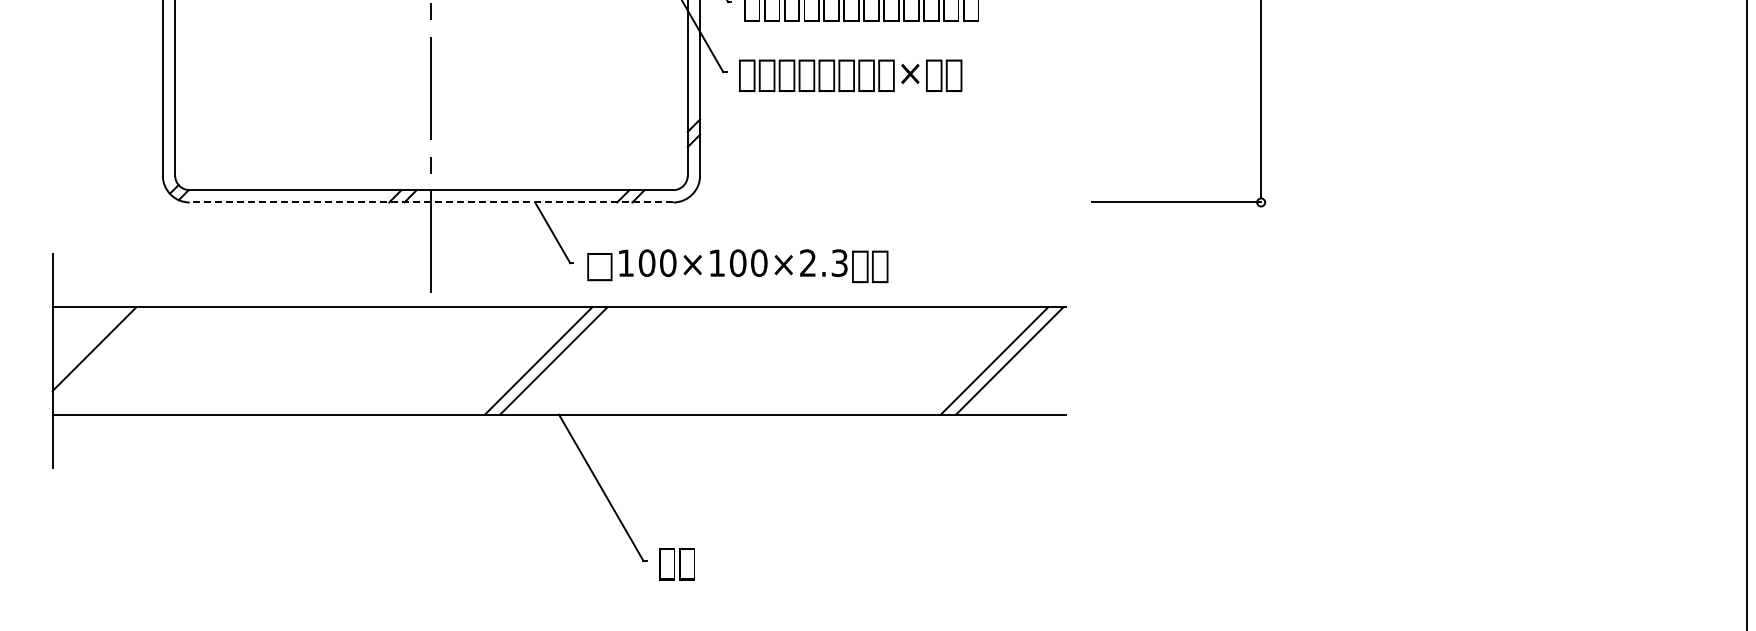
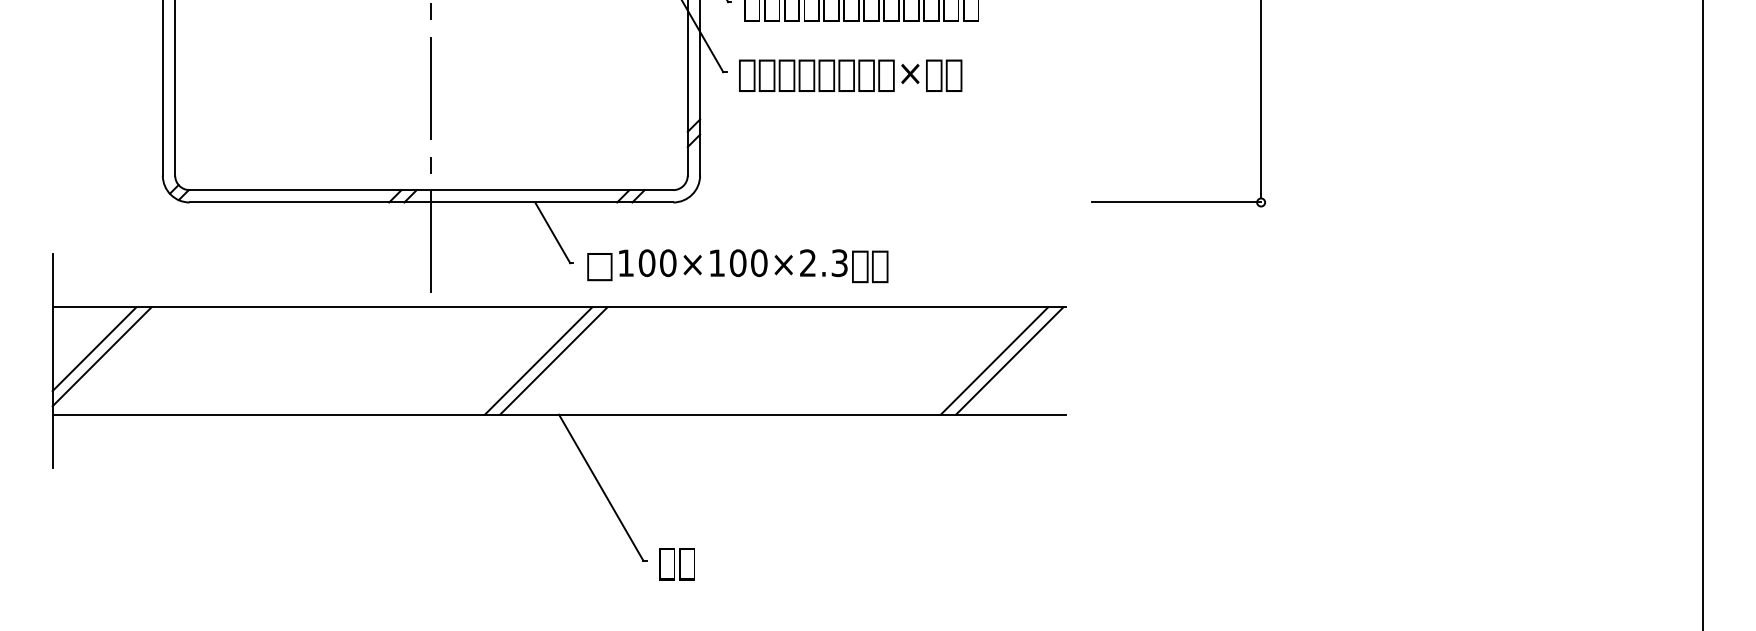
line at (431, 202): dashed -> solid
line at (1747, 314) position: (1747, 314) -> (1703, 314)
line at (101, 356): none -> present
